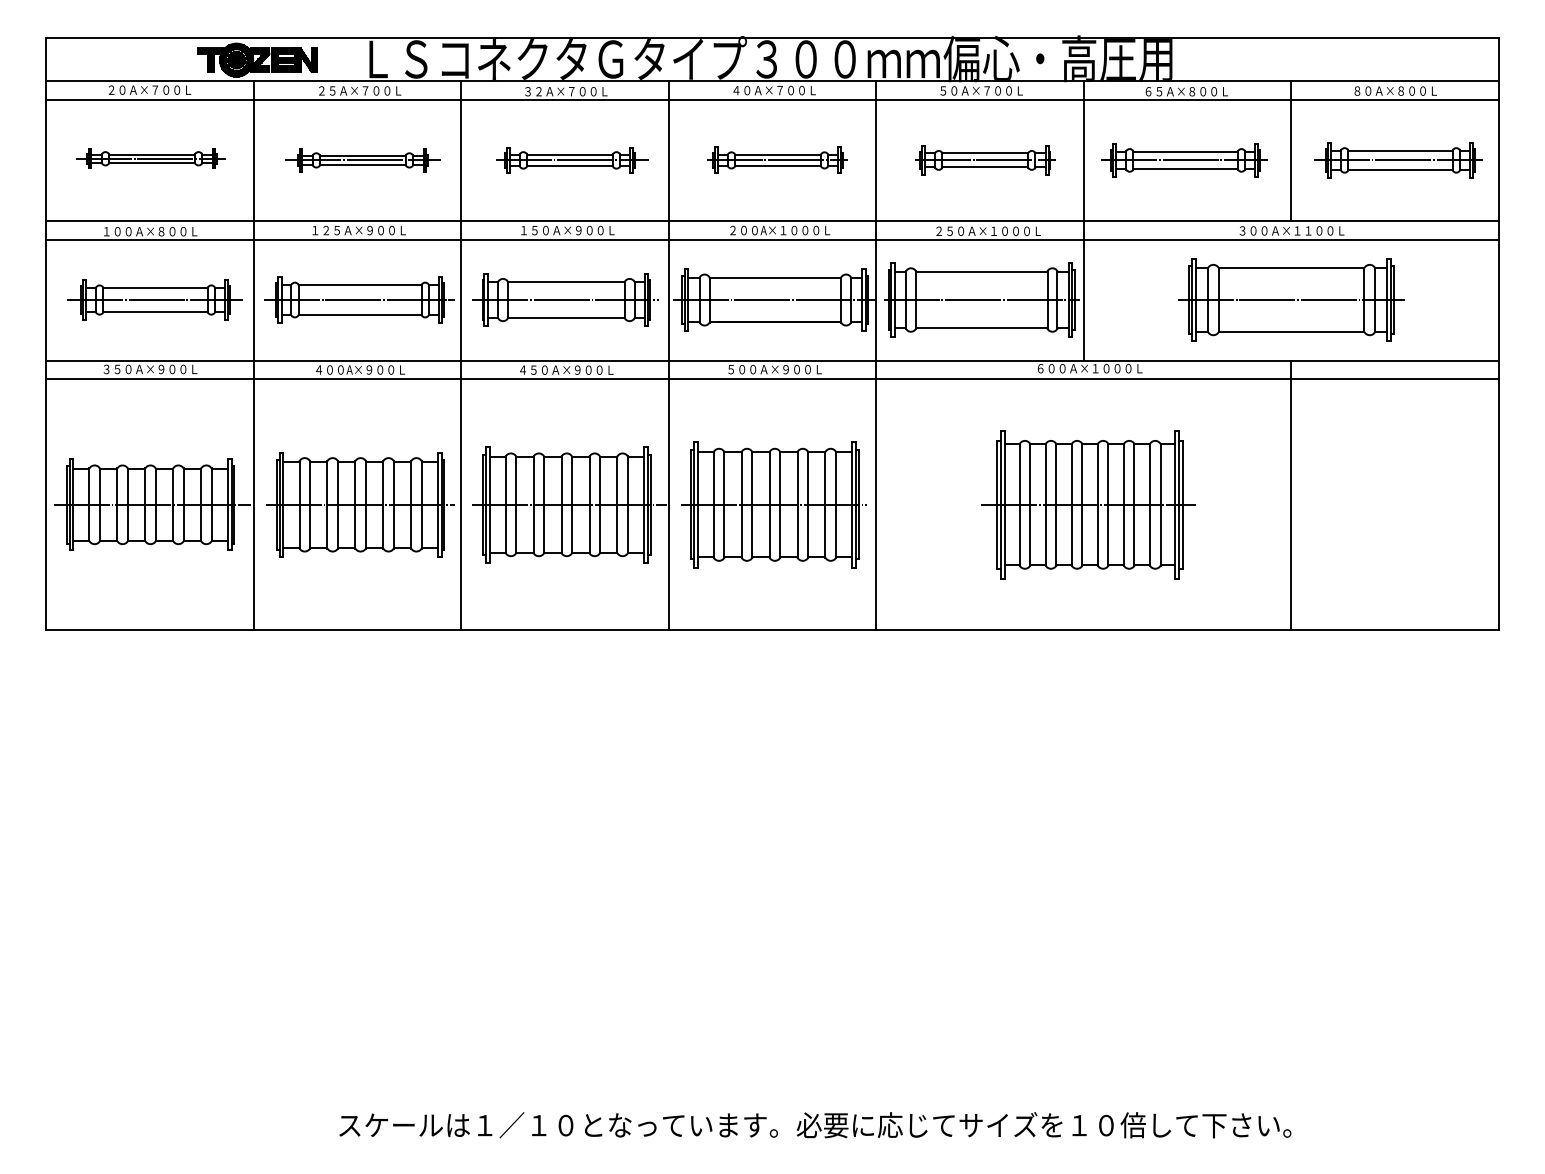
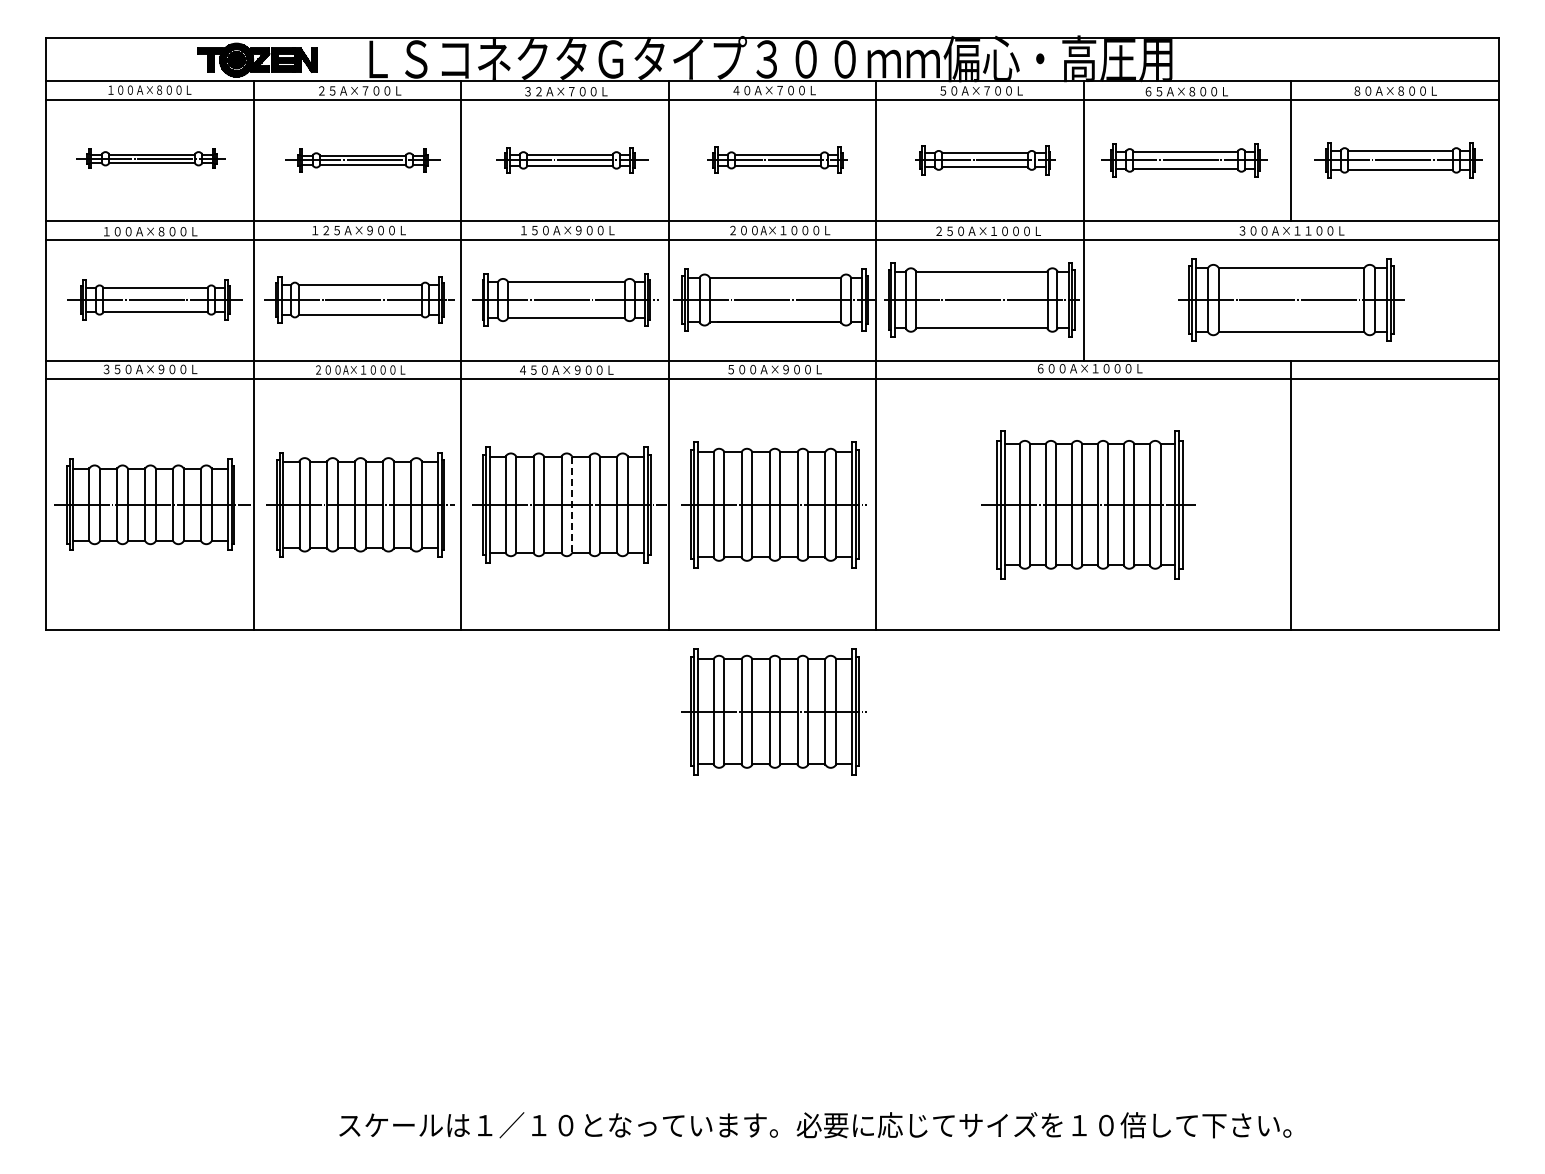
text at (149, 89): ２０Ａ×７００Ｌ -> １００Ａ×８００Ｌ
text at (360, 369): ４００A×９００Ｌ -> ２００A×１０００Ｌ
line at (572, 505): solid -> dashed
part at (773, 711): none -> present
